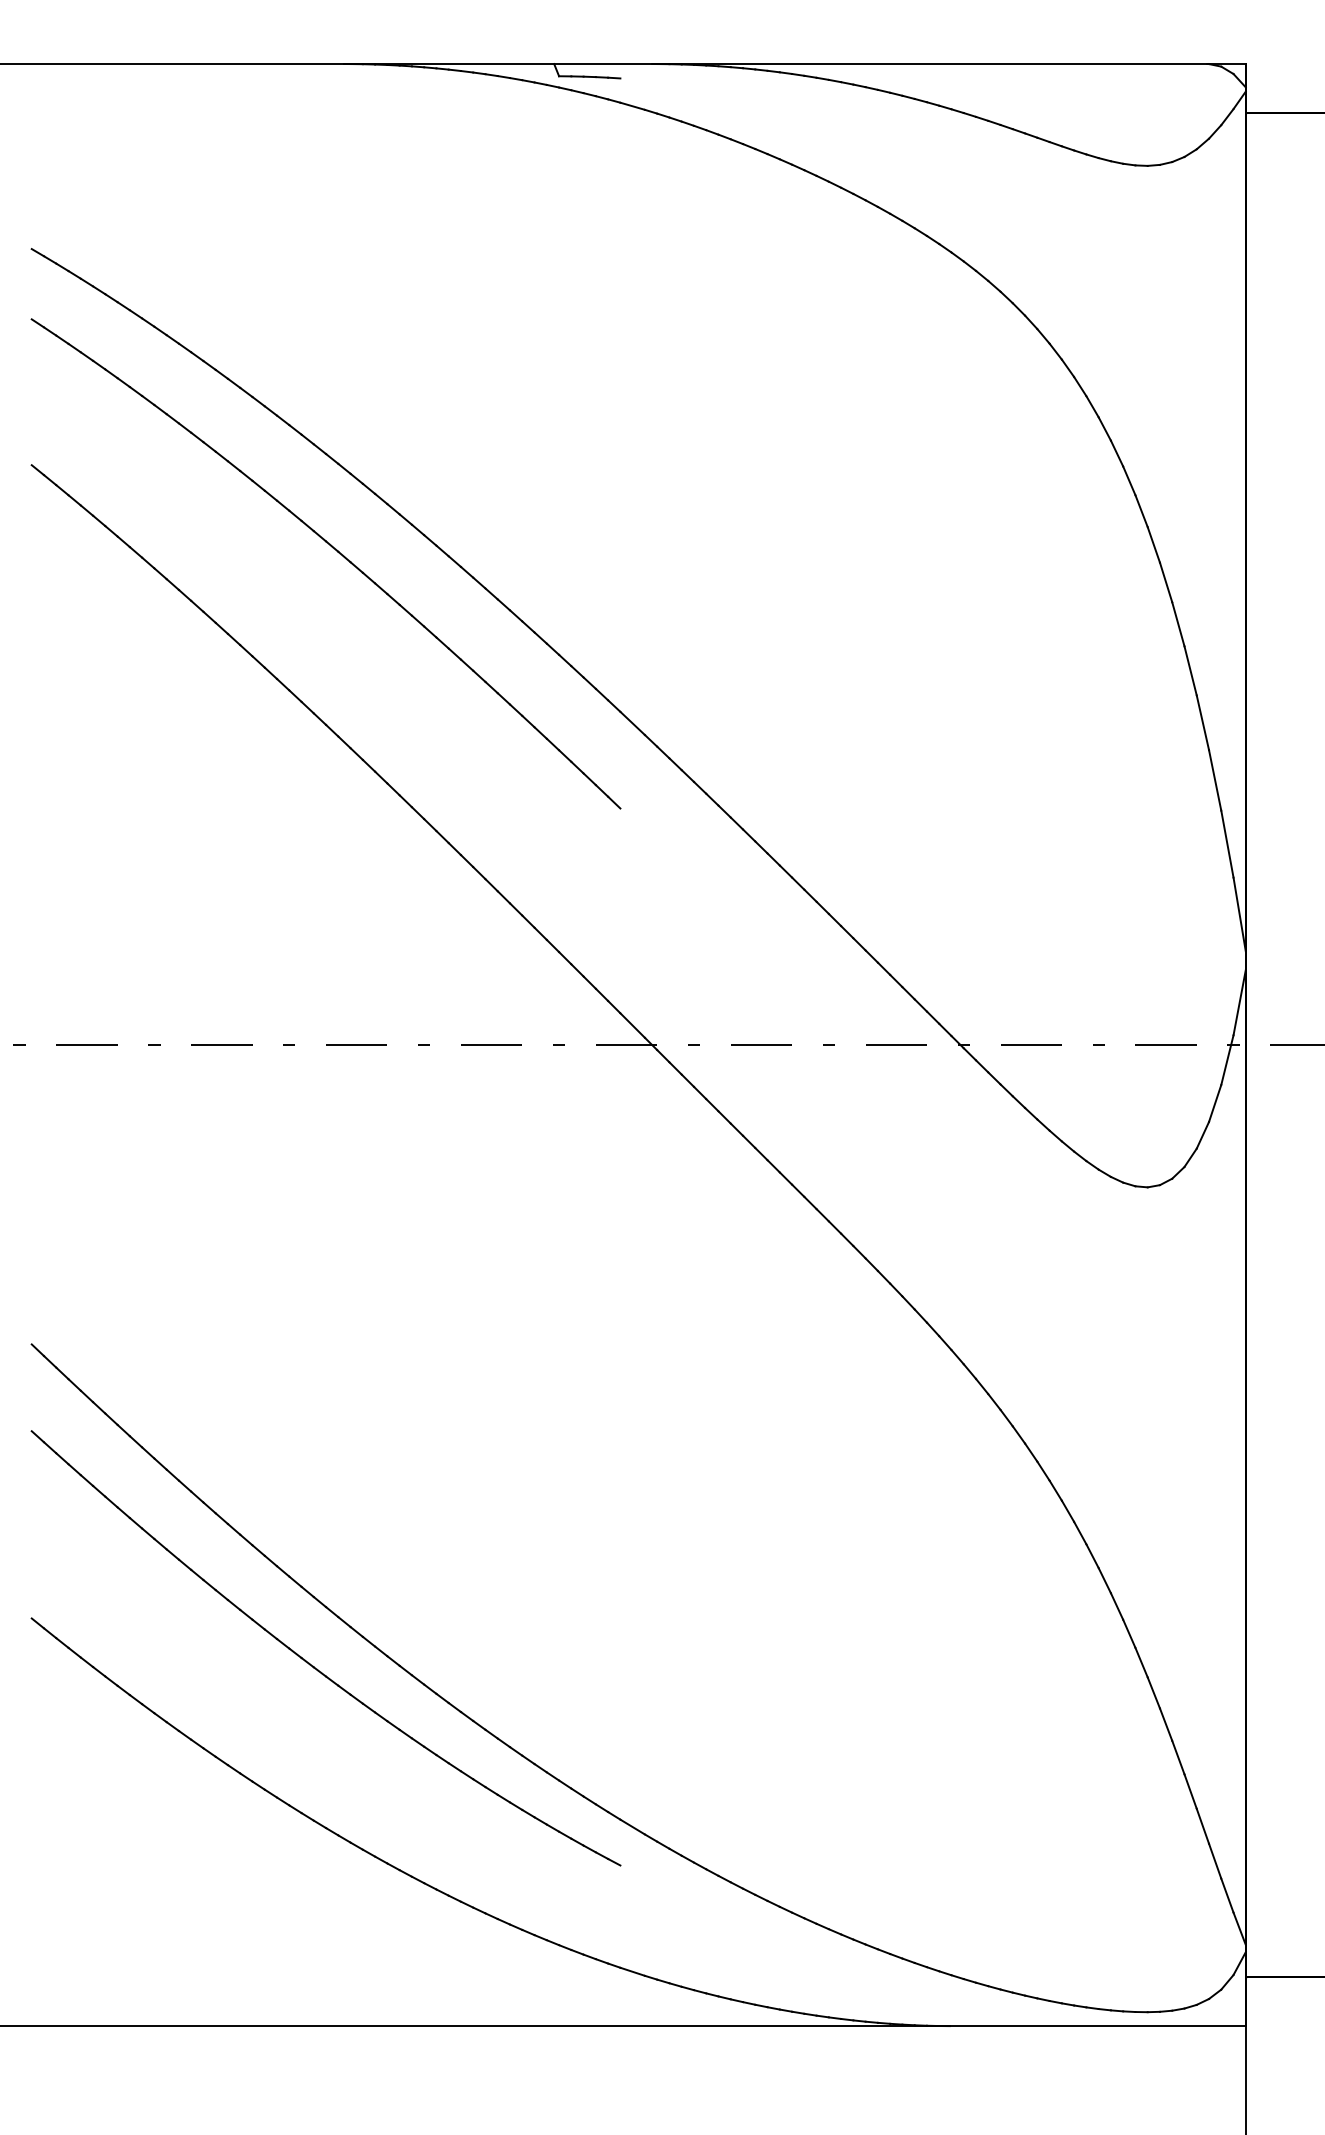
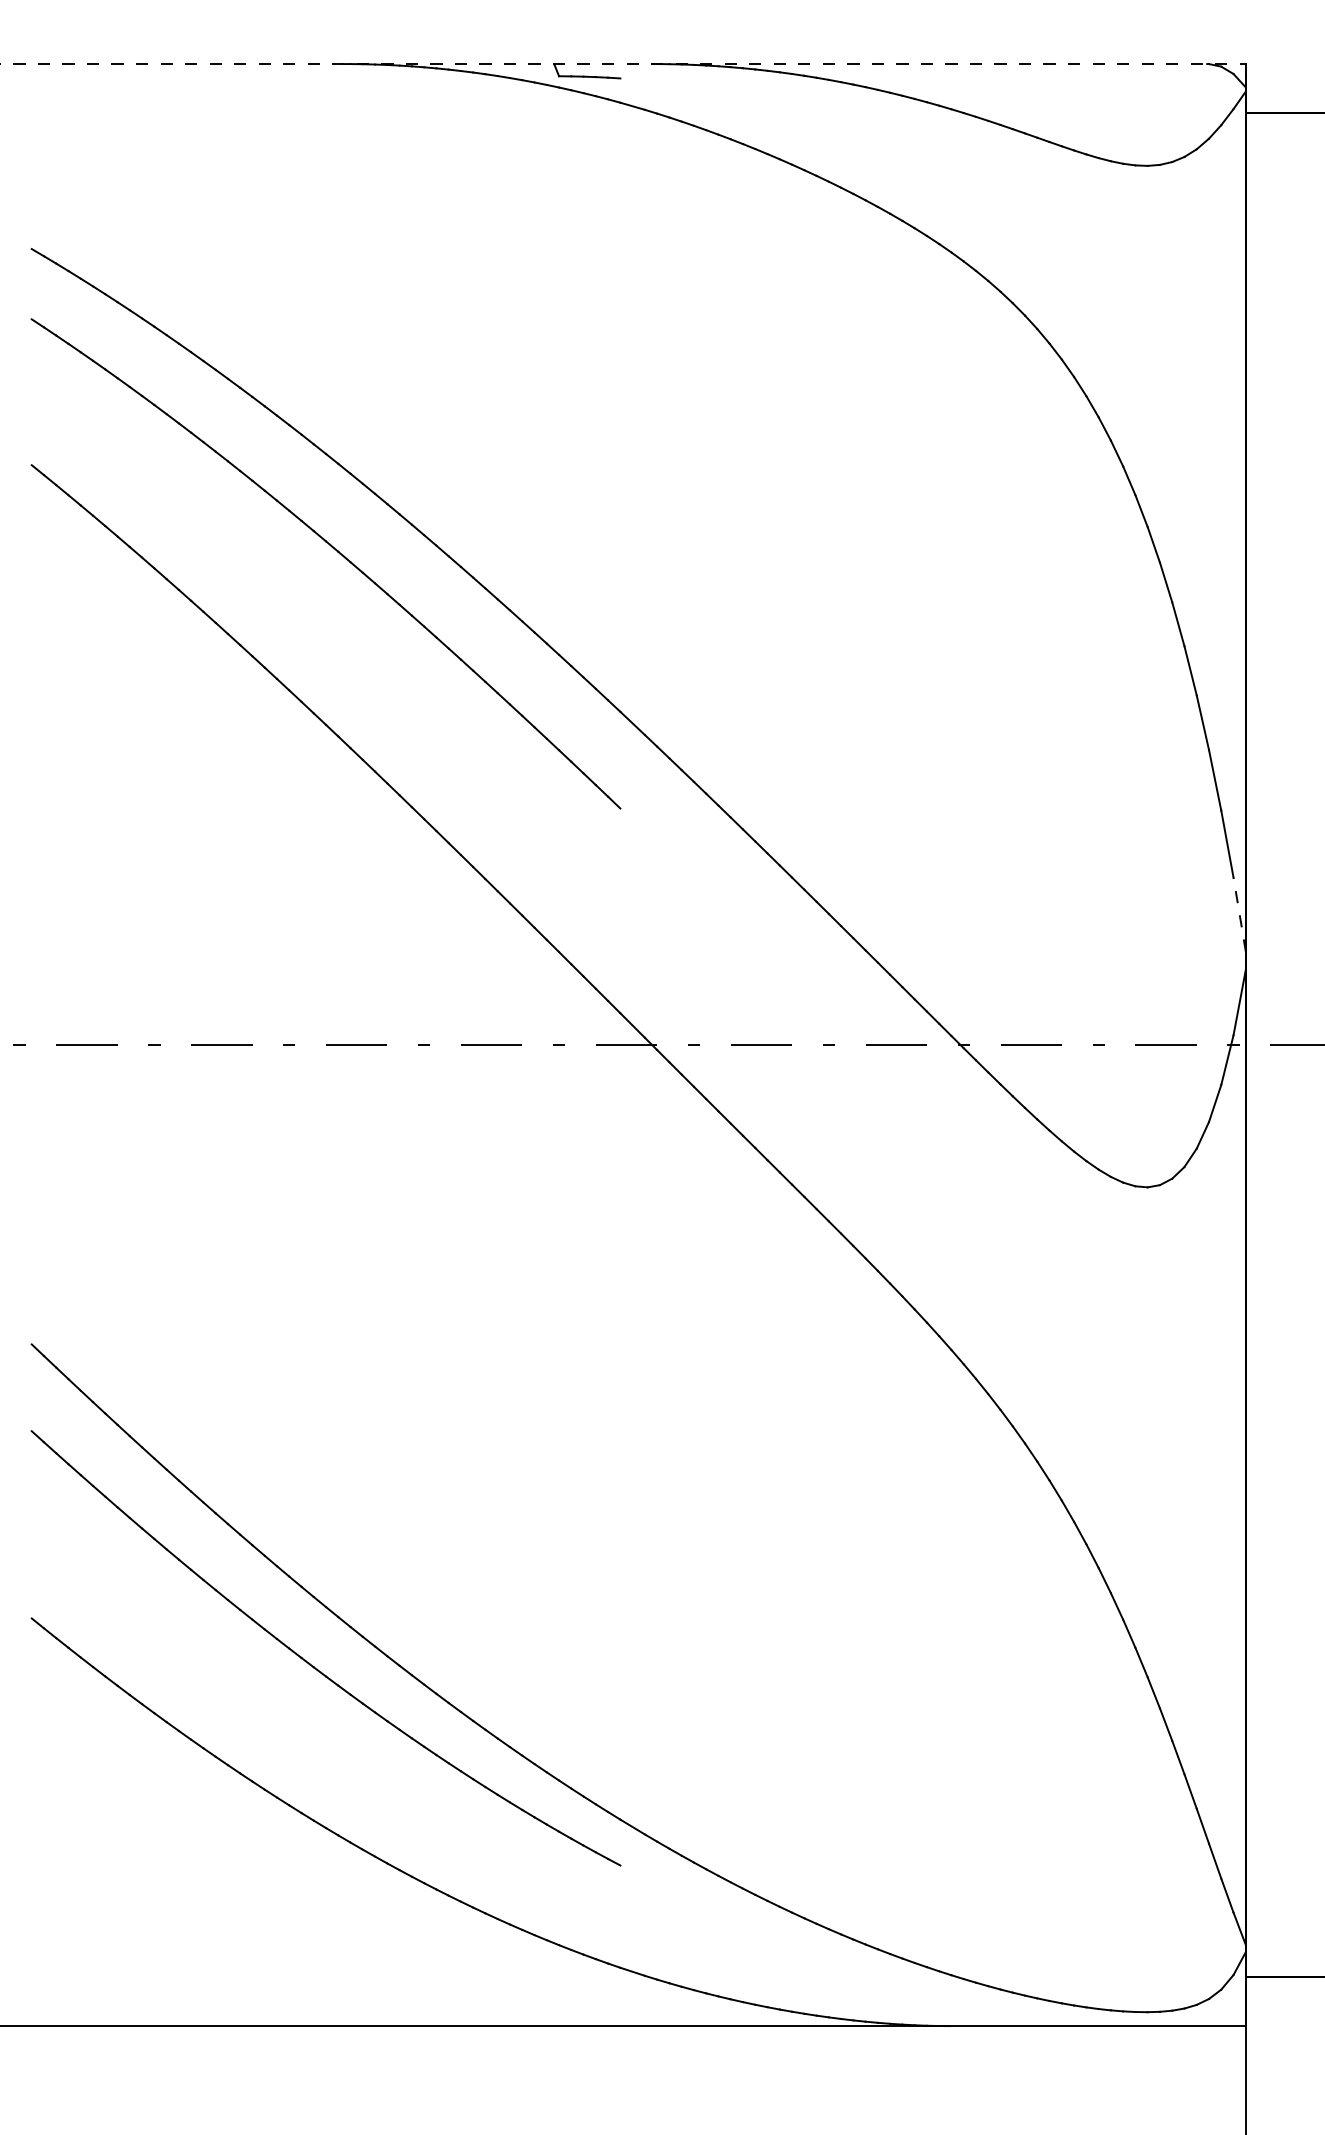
line at (622, 64): solid -> dashed
line at (1239, 914): solid -> dashed
